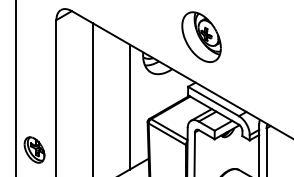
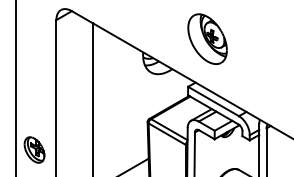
part at (201, 36) position: (201, 36) -> (207, 38)
line at (129, 106): present -> none
